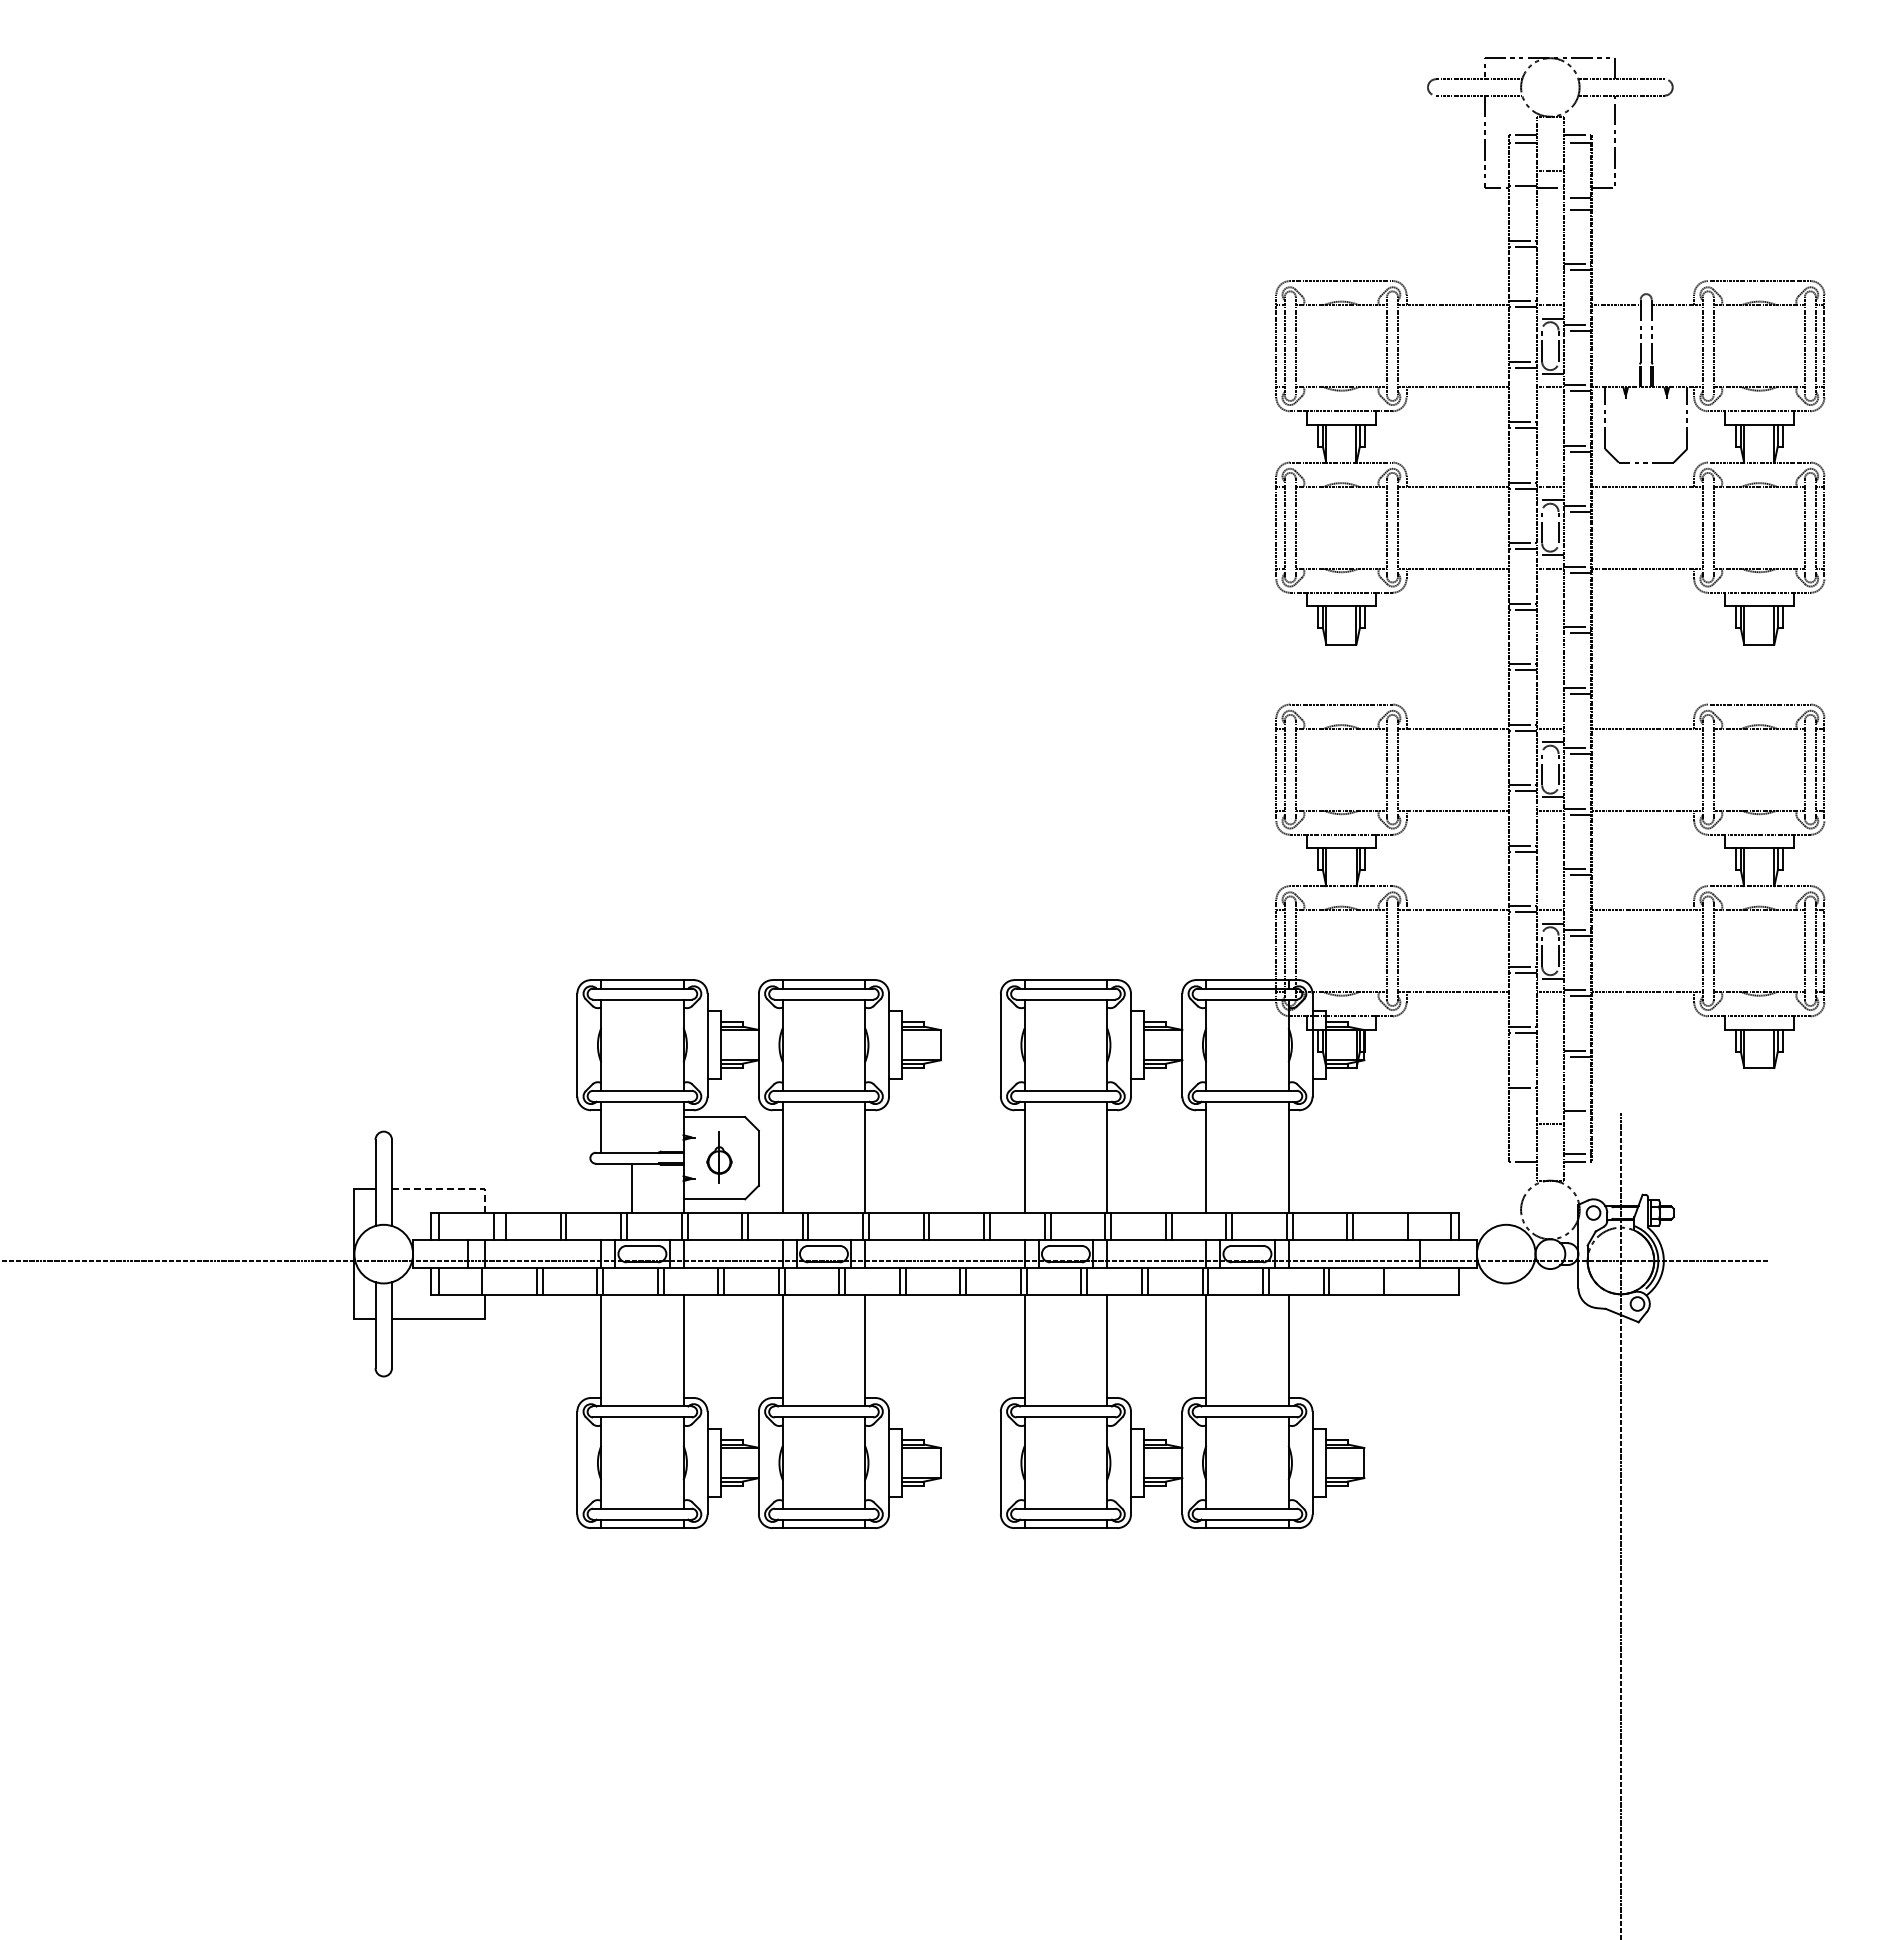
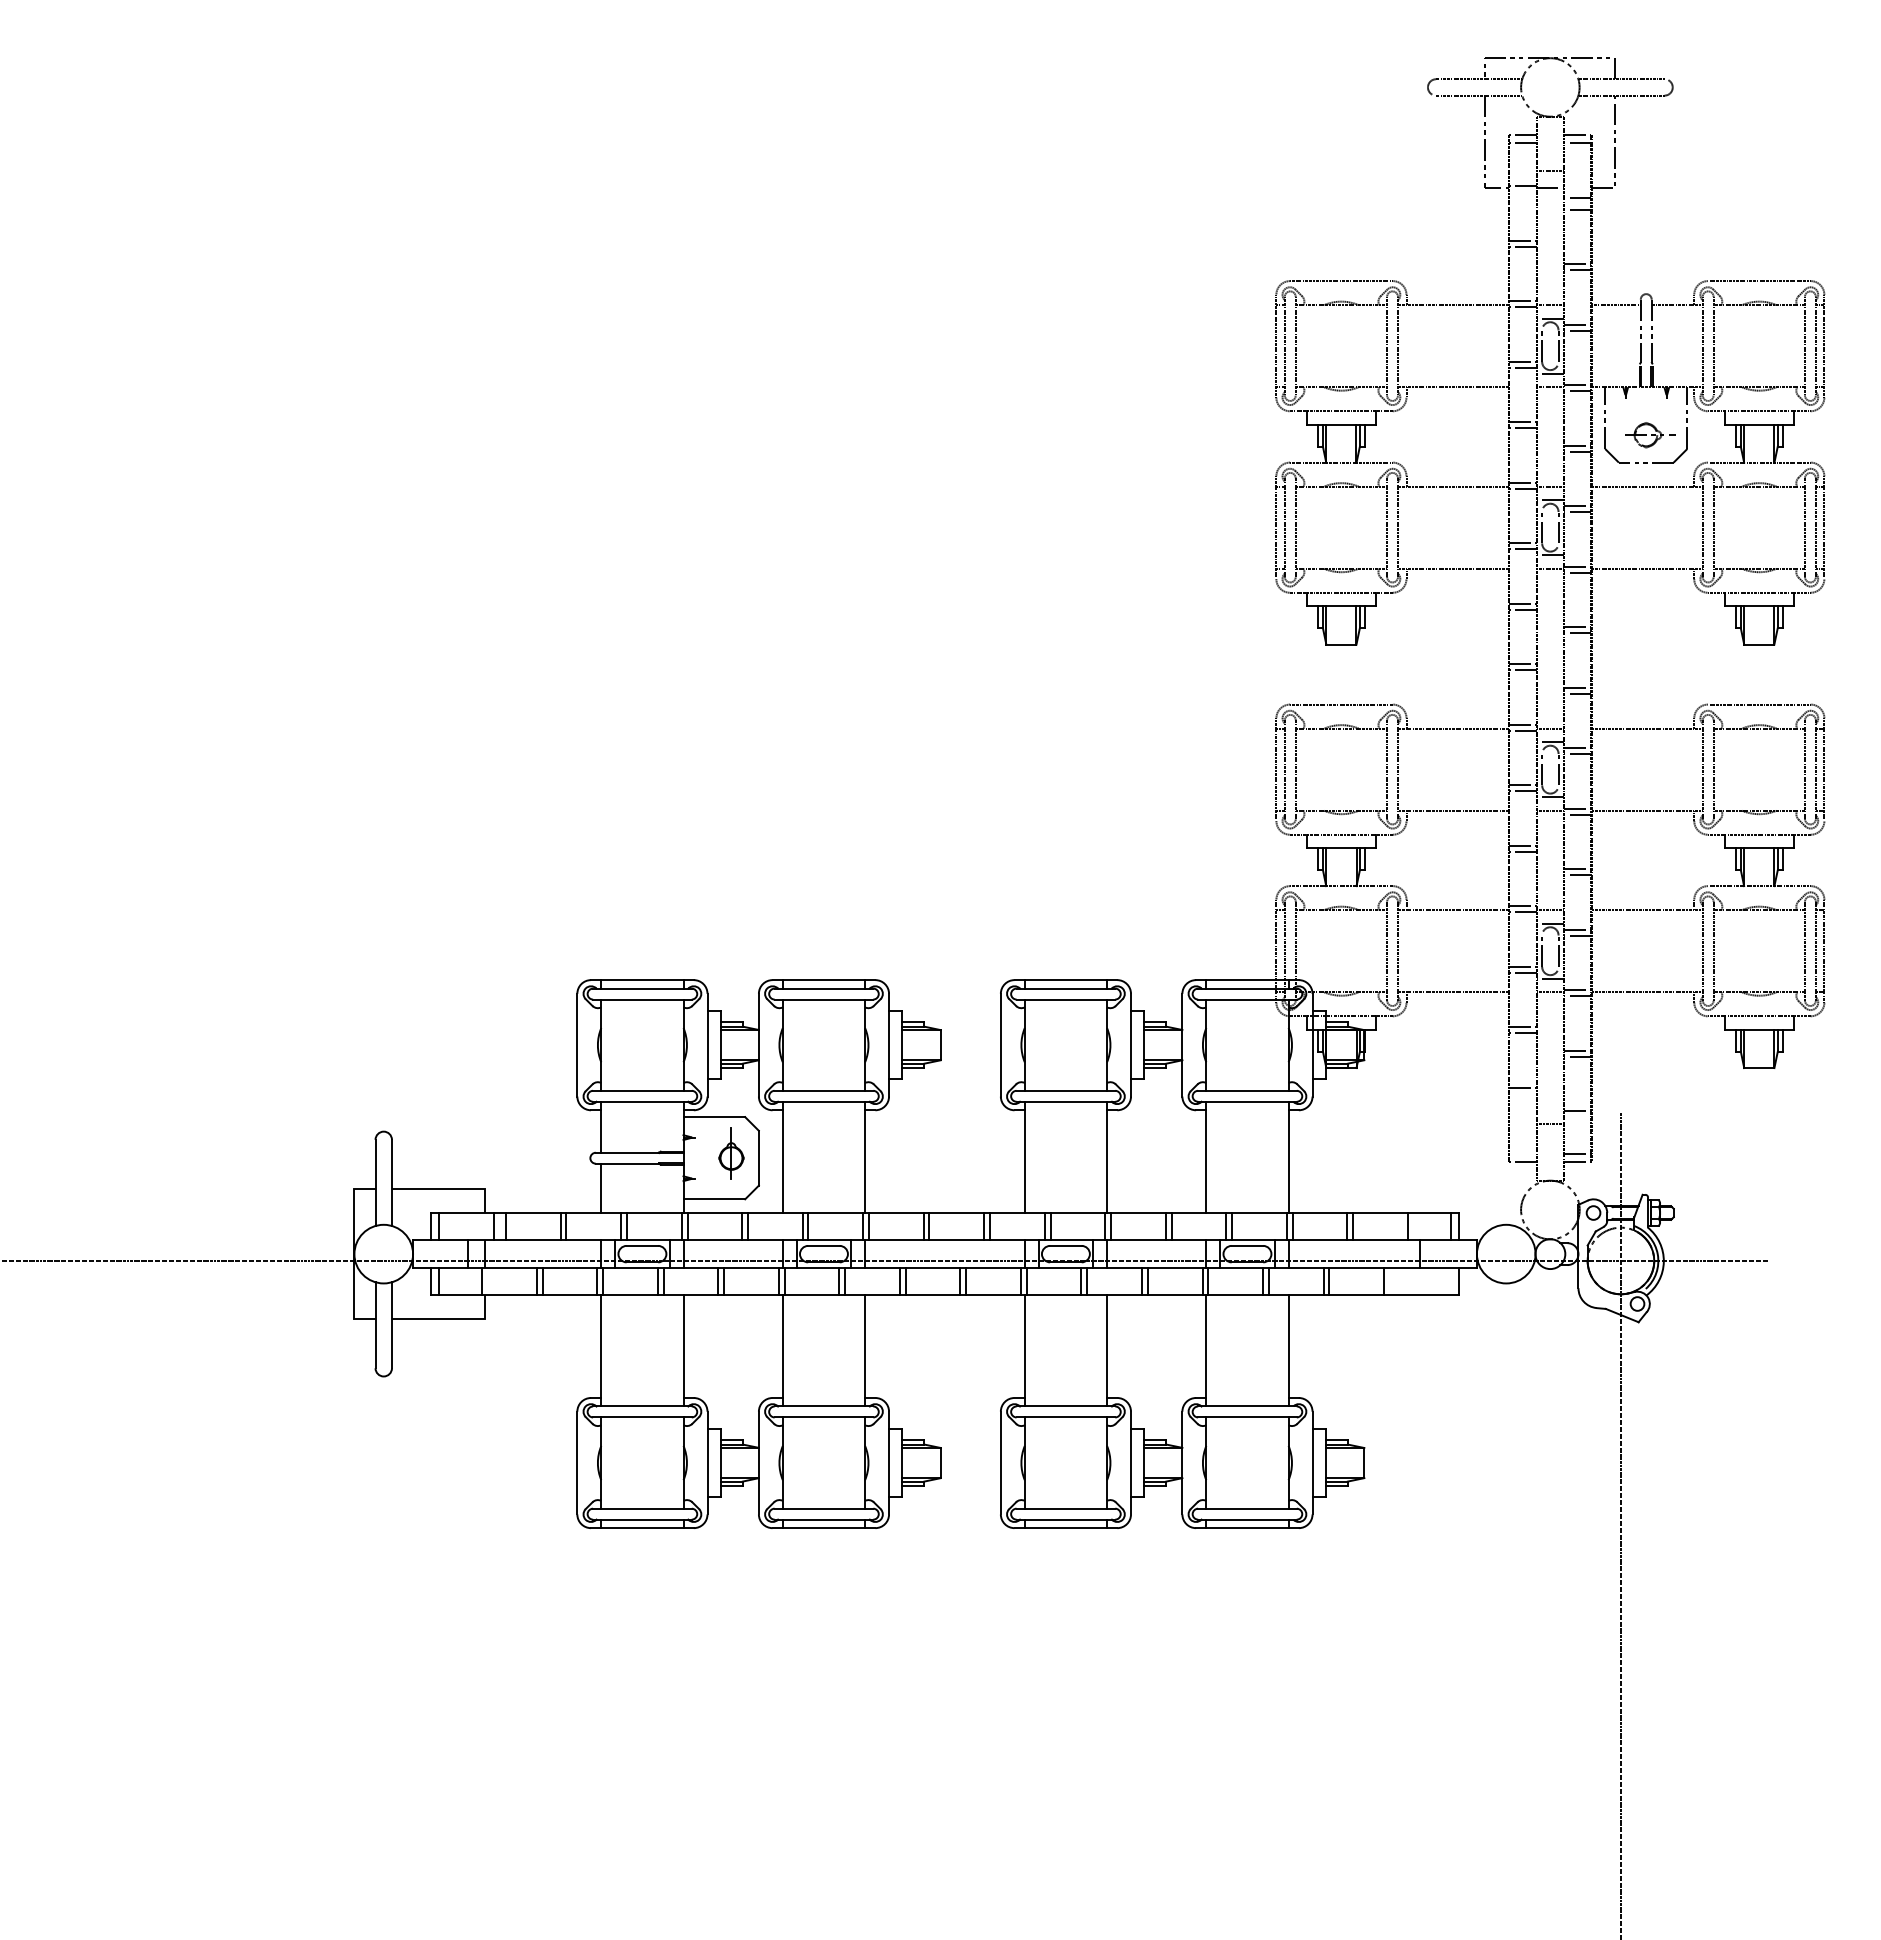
part at (1650, 435): none -> present
part at (719, 1157) position: (719, 1157) -> (731, 1153)
line at (632, 1188) position: (632, 1188) -> (601, 1188)
line at (450, 1189): dashed -> solid
